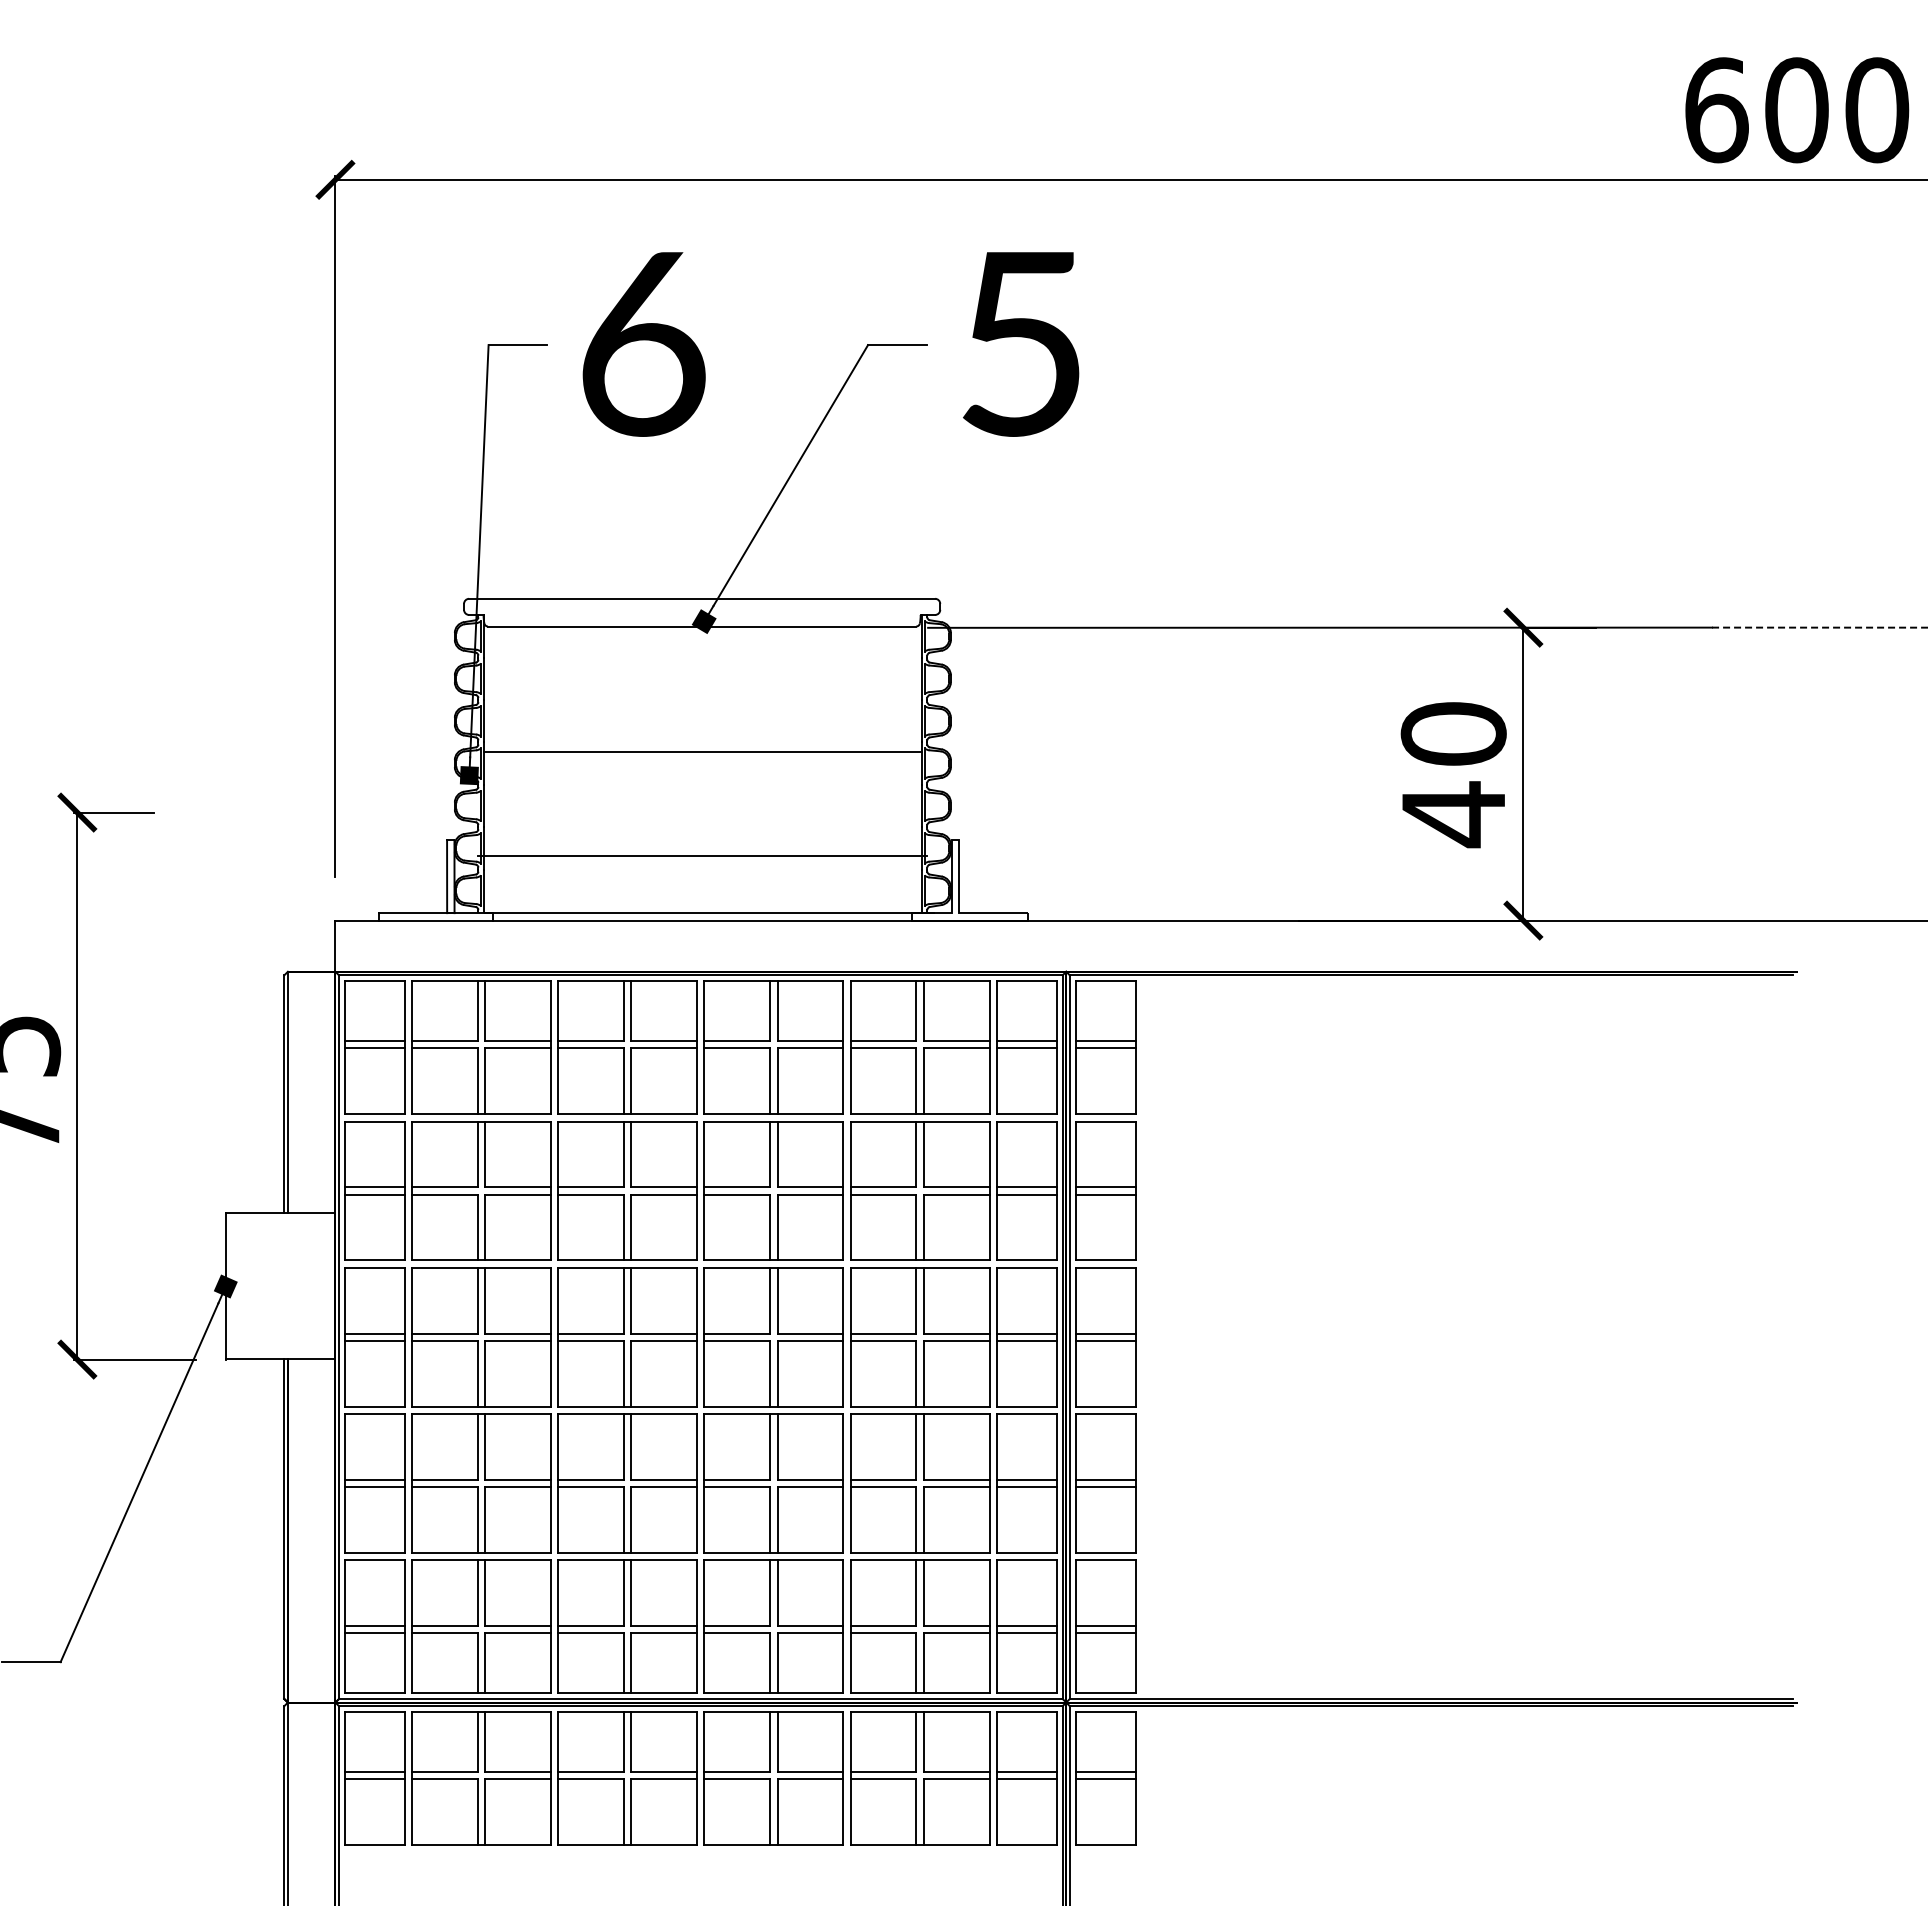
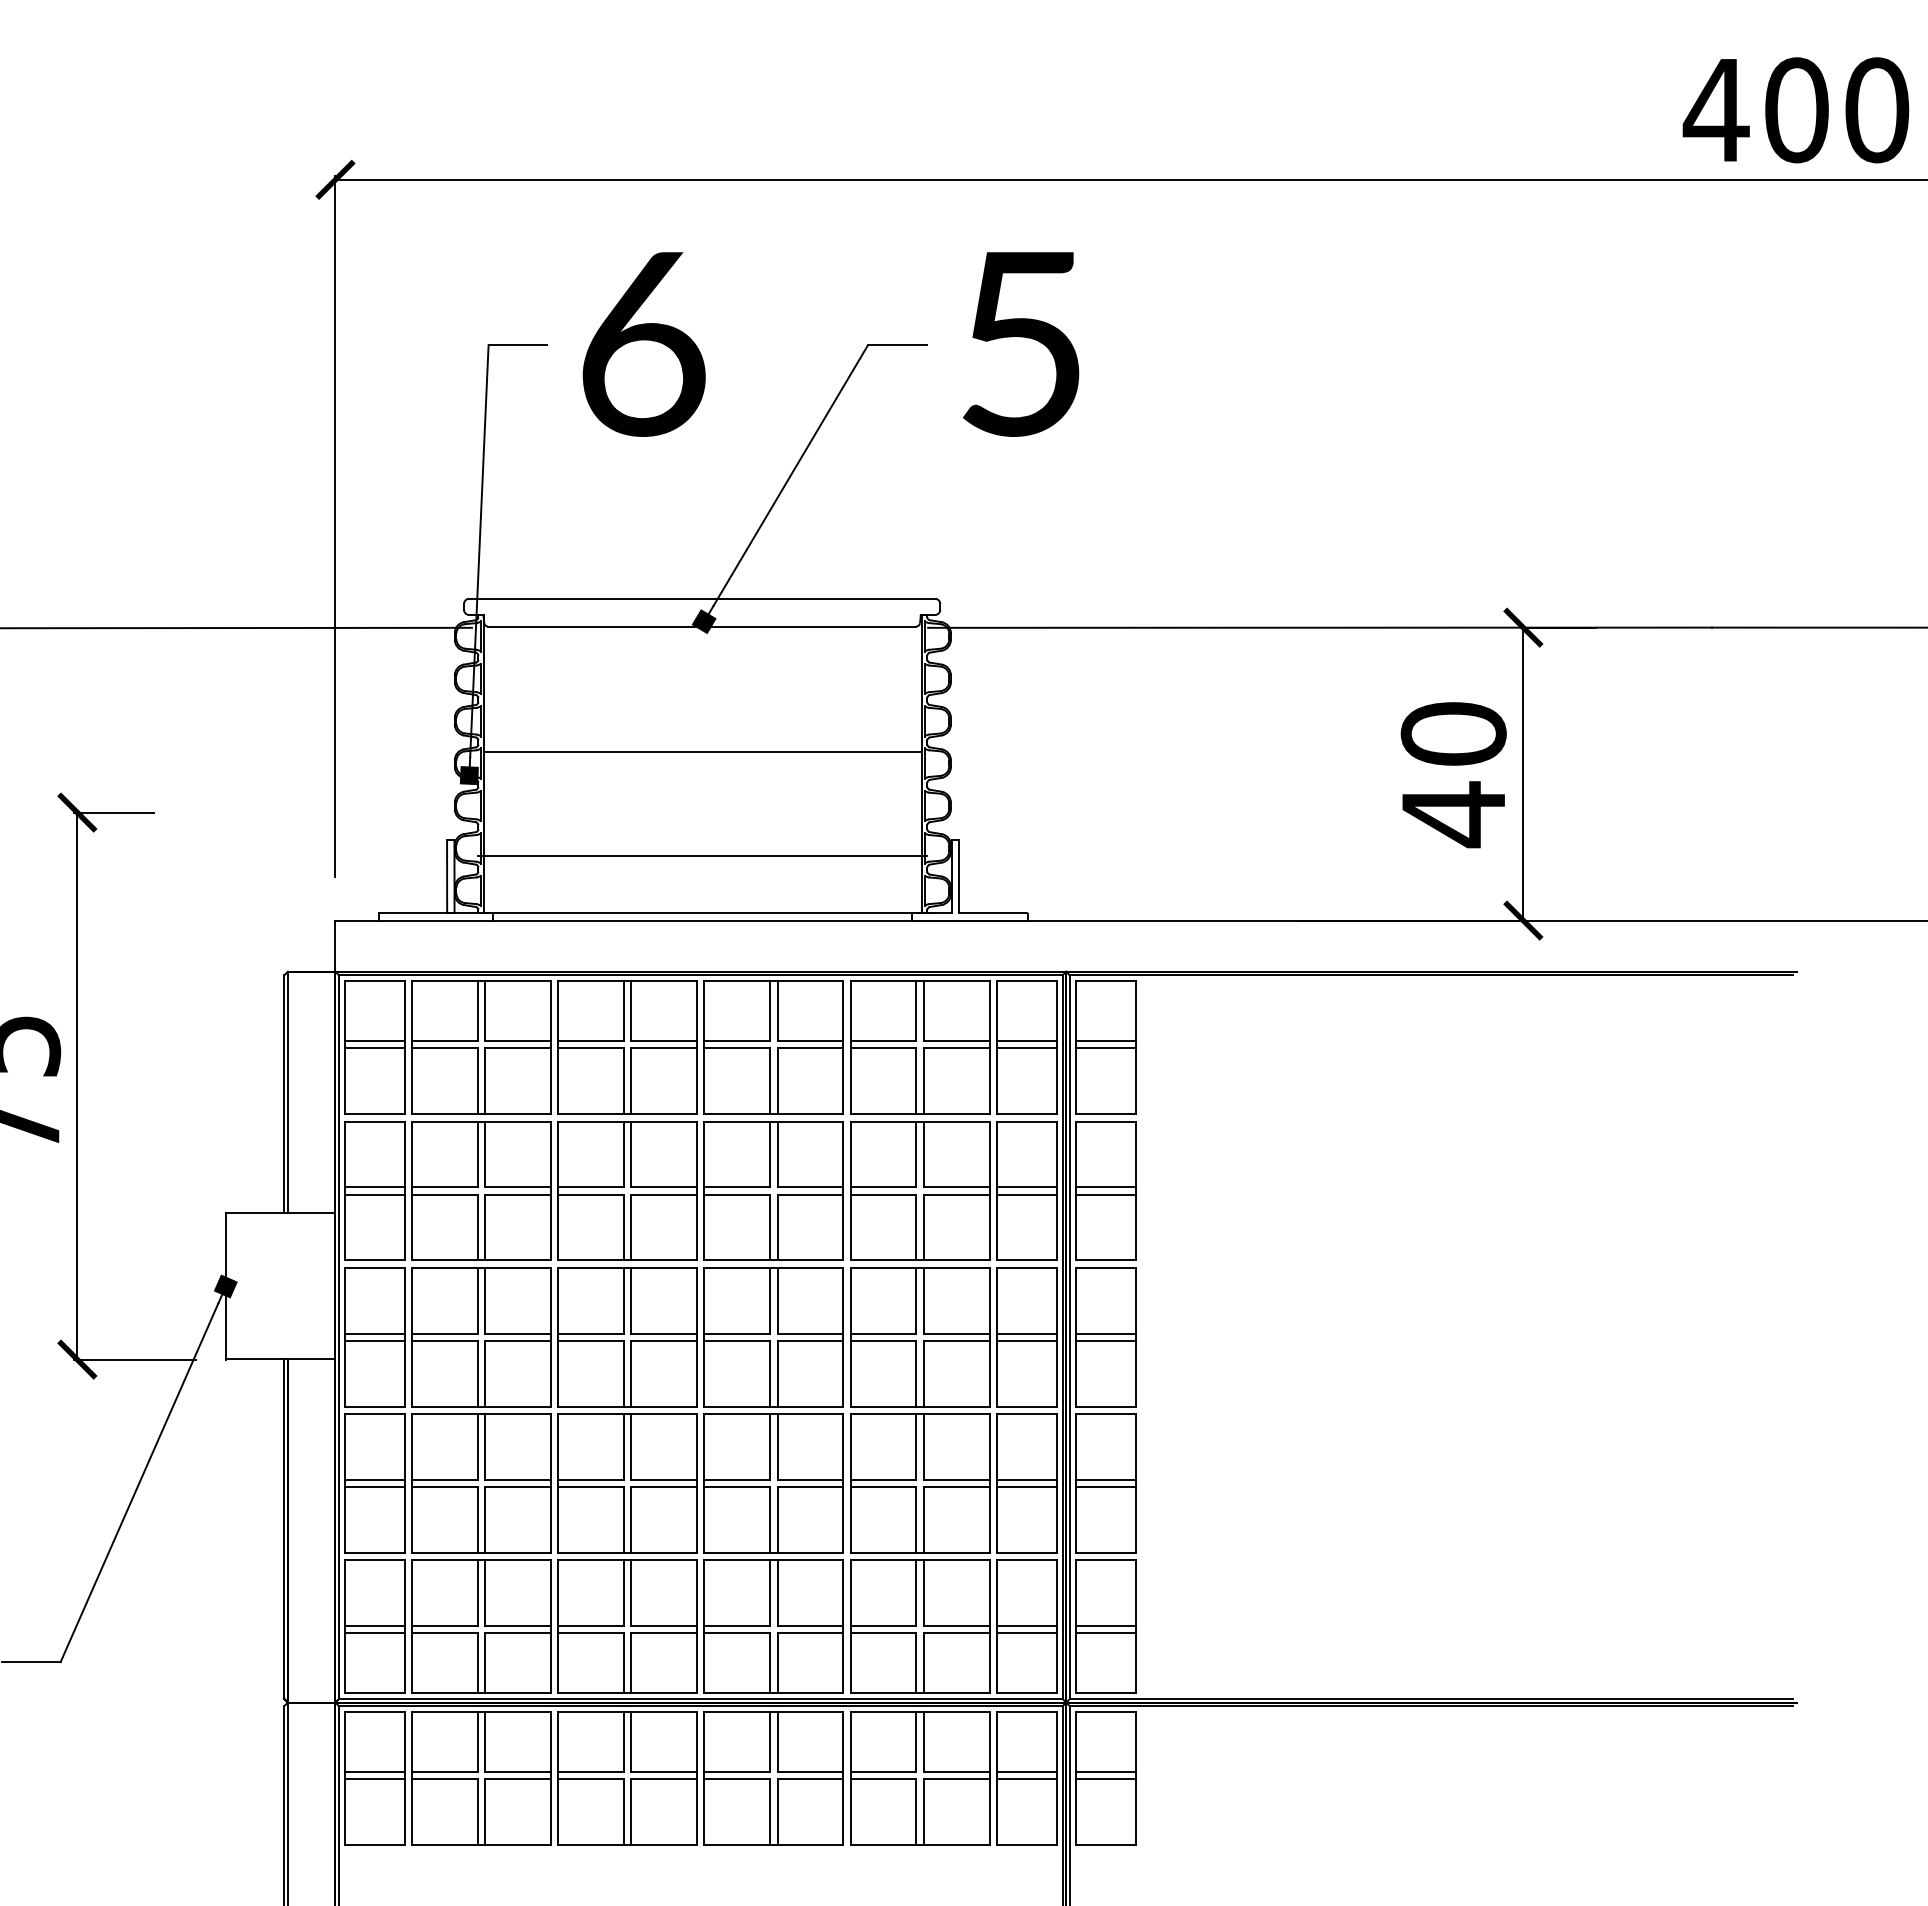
text at (1715, 110): 600 -> 400
line at (237, 627): none -> present
line at (1820, 627): dashed -> solid
